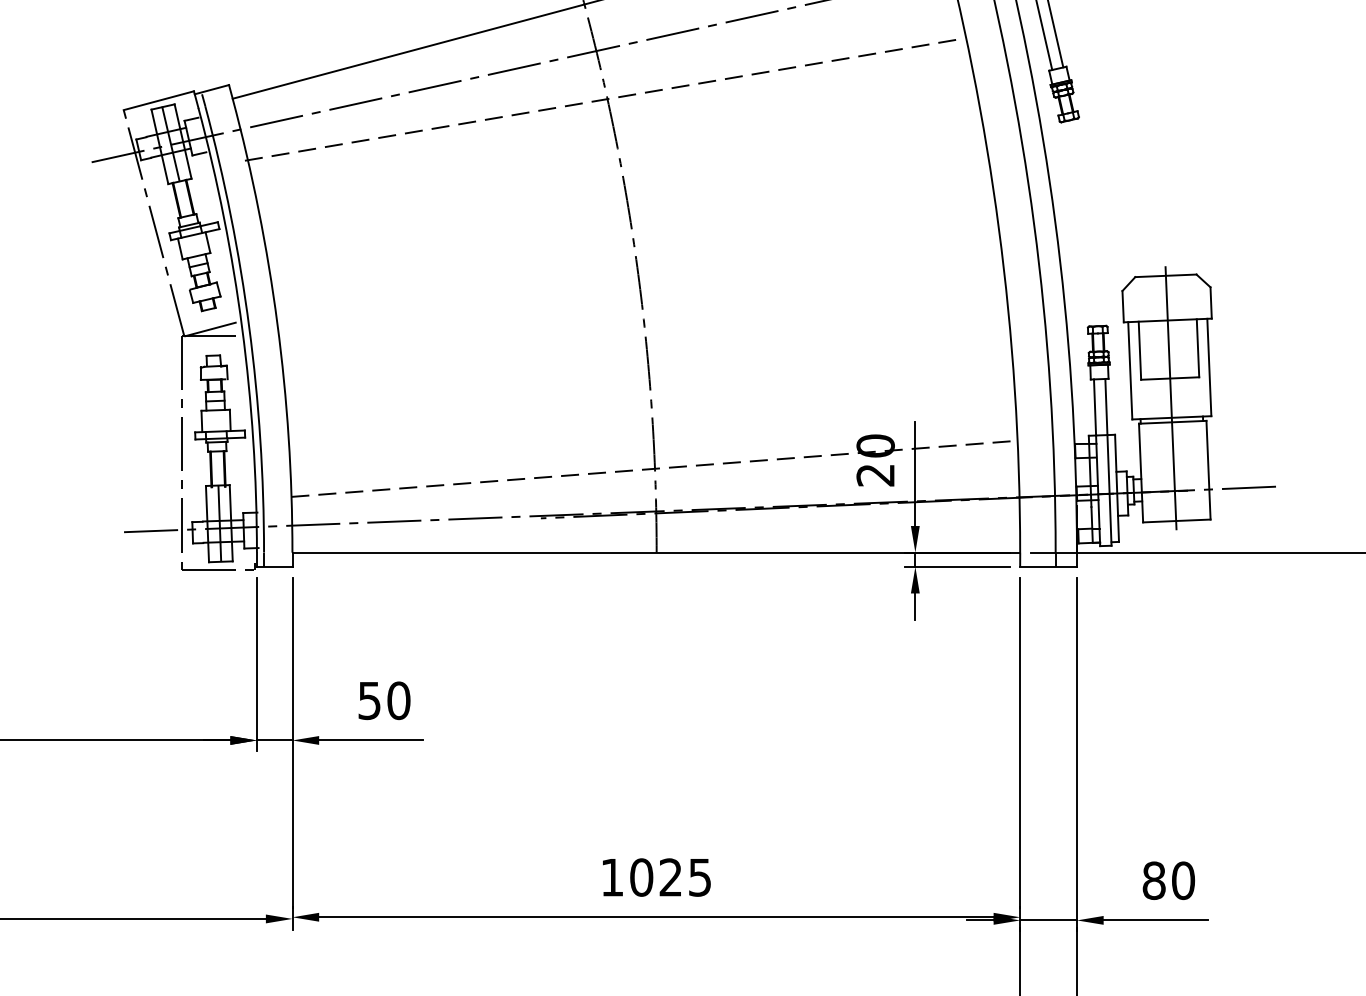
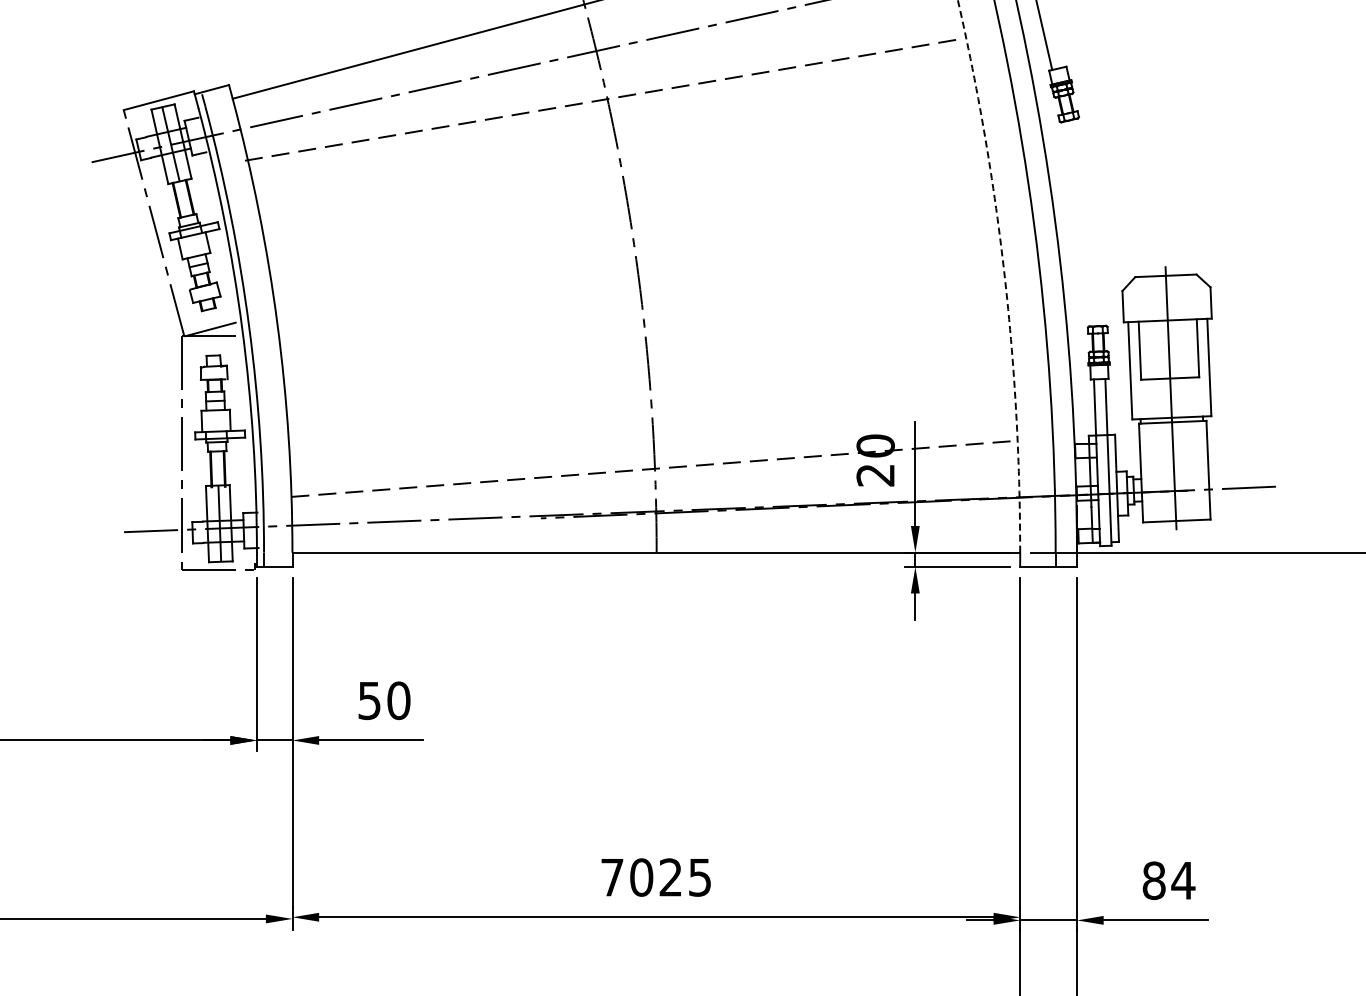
line at (1055, 34): present -> none
arc at (1004, 273): solid -> dashed
text at (612, 877): 1025 -> 7025
text at (1183, 880): 80 -> 84
